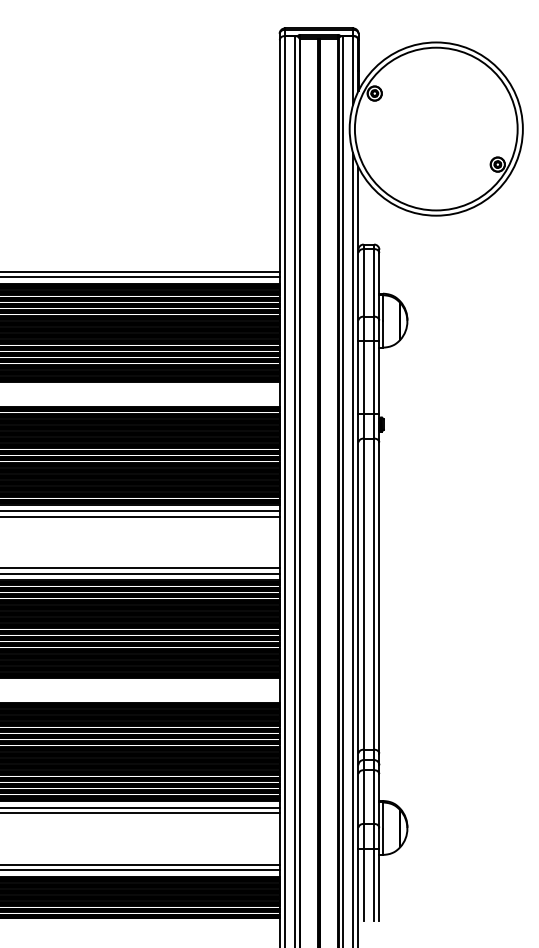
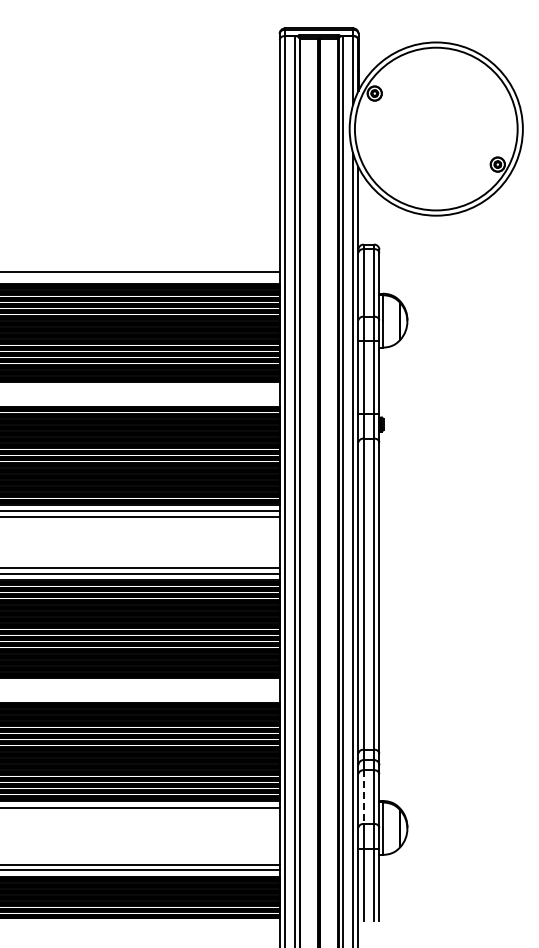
line at (140, 277): present -> none
line at (363, 797): solid -> dashed
line at (140, 812): present -> none
